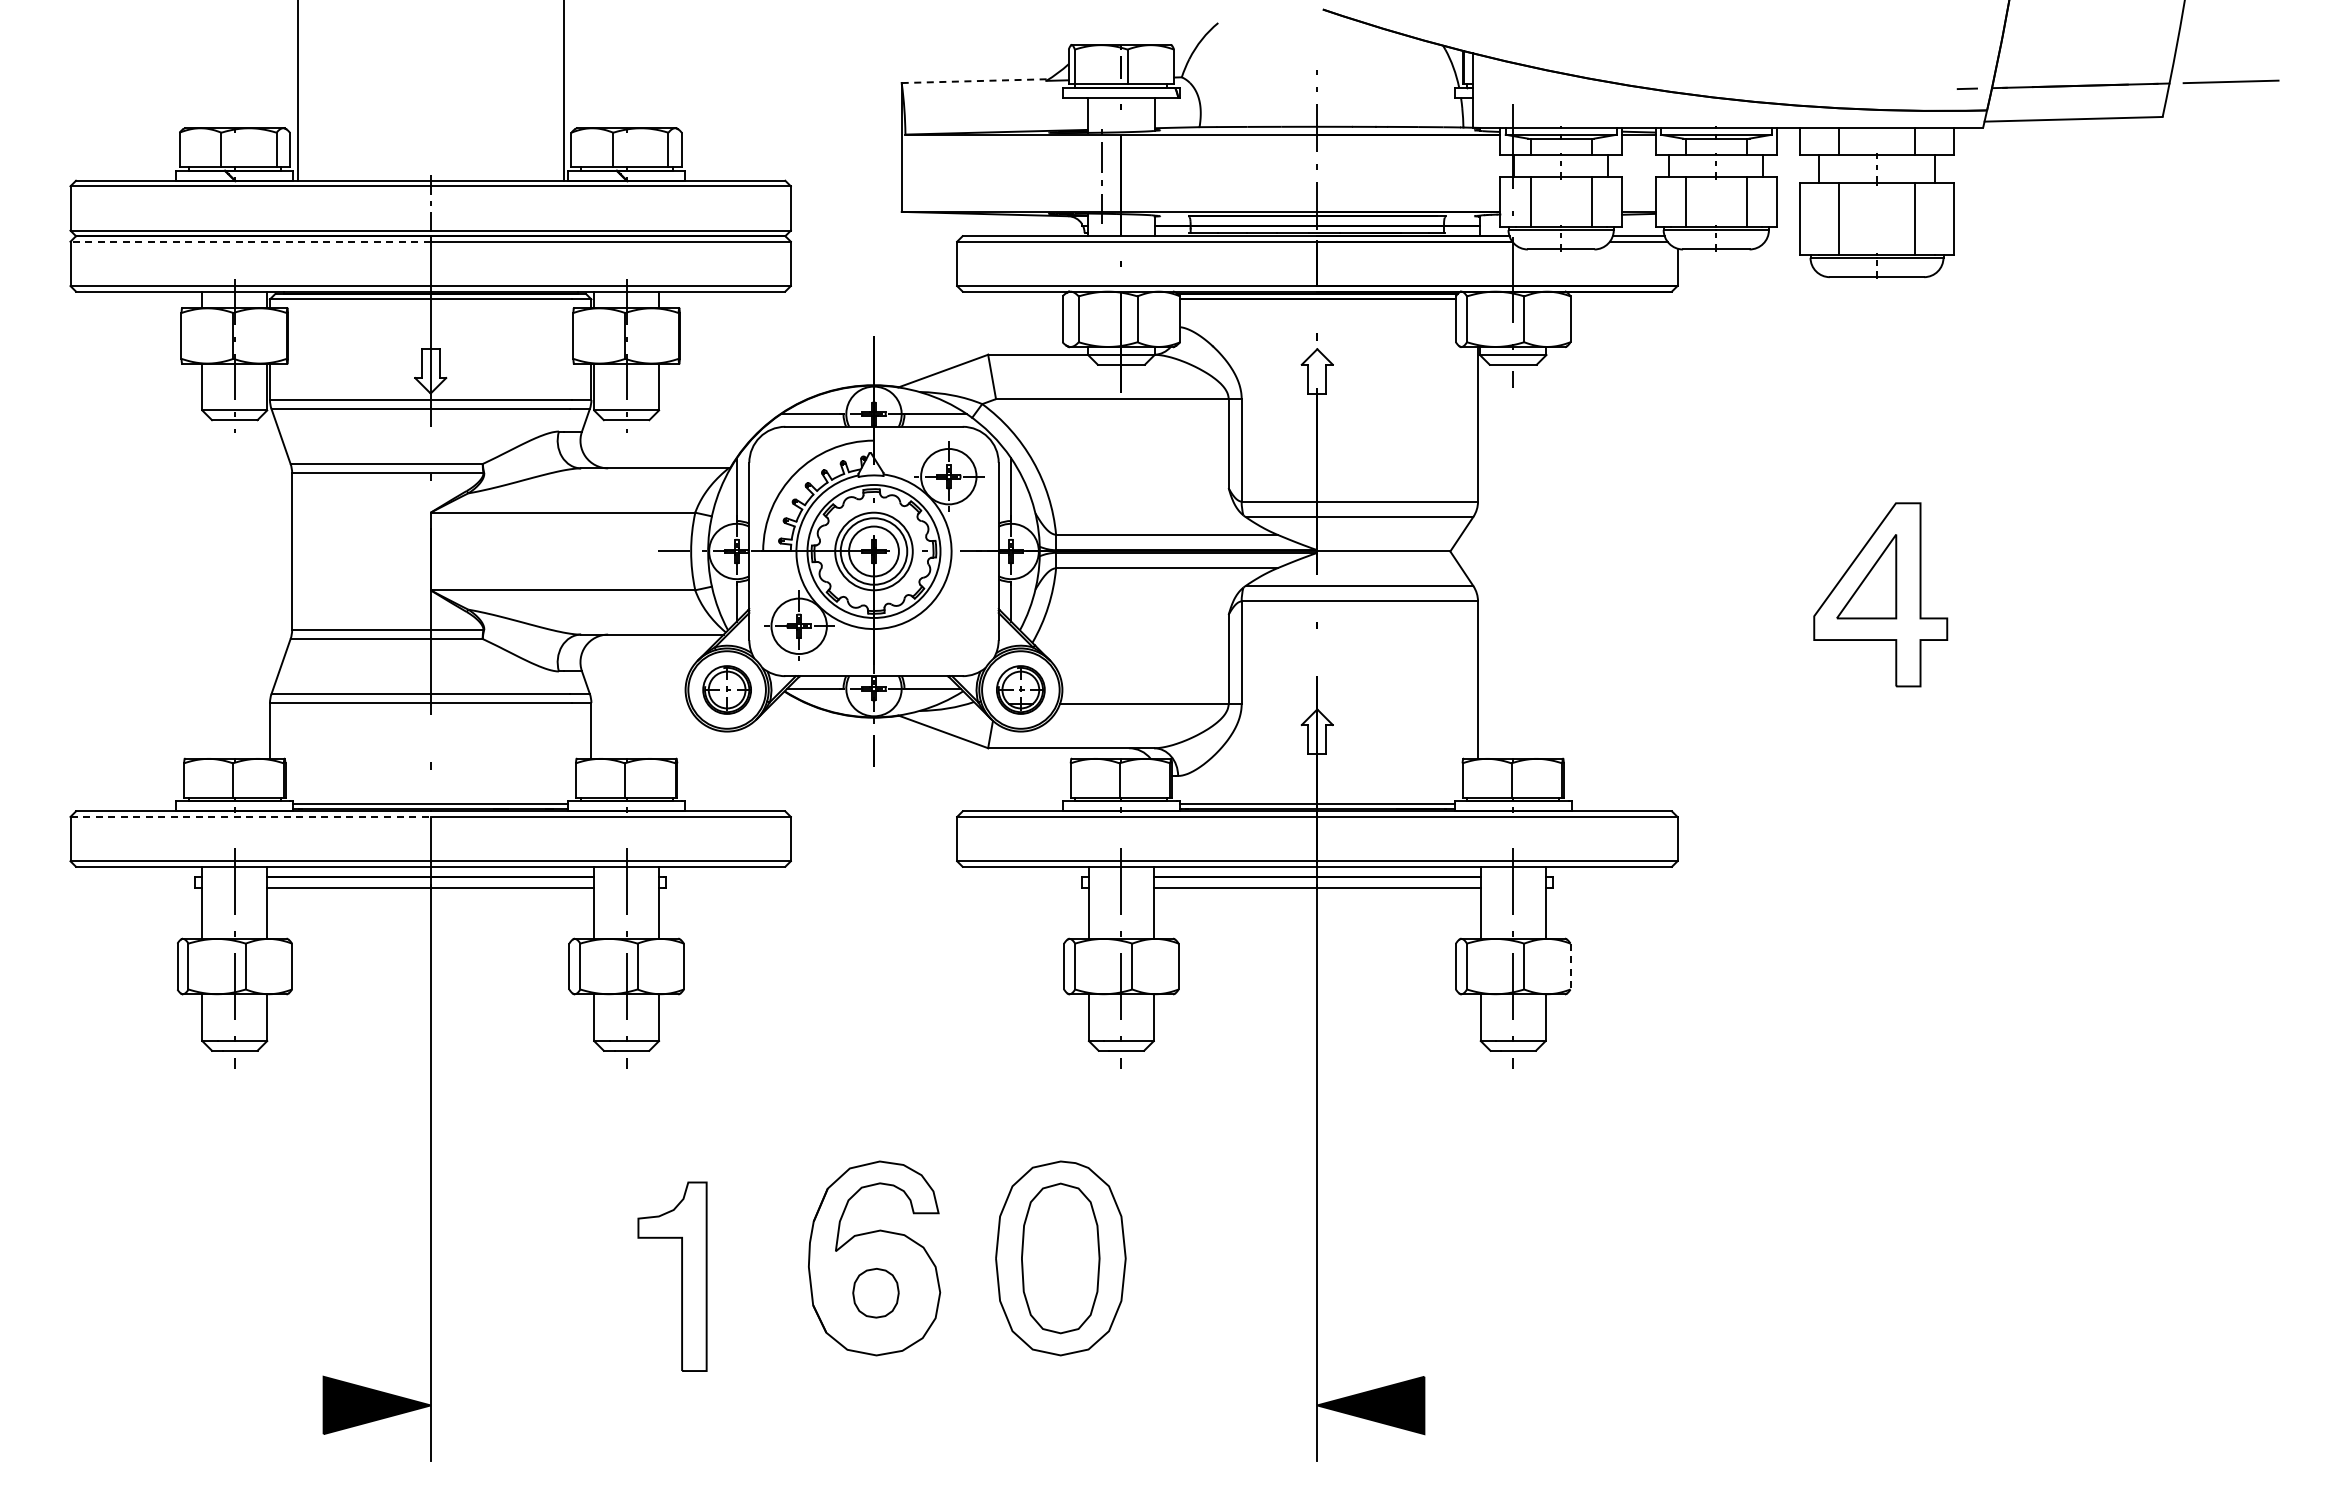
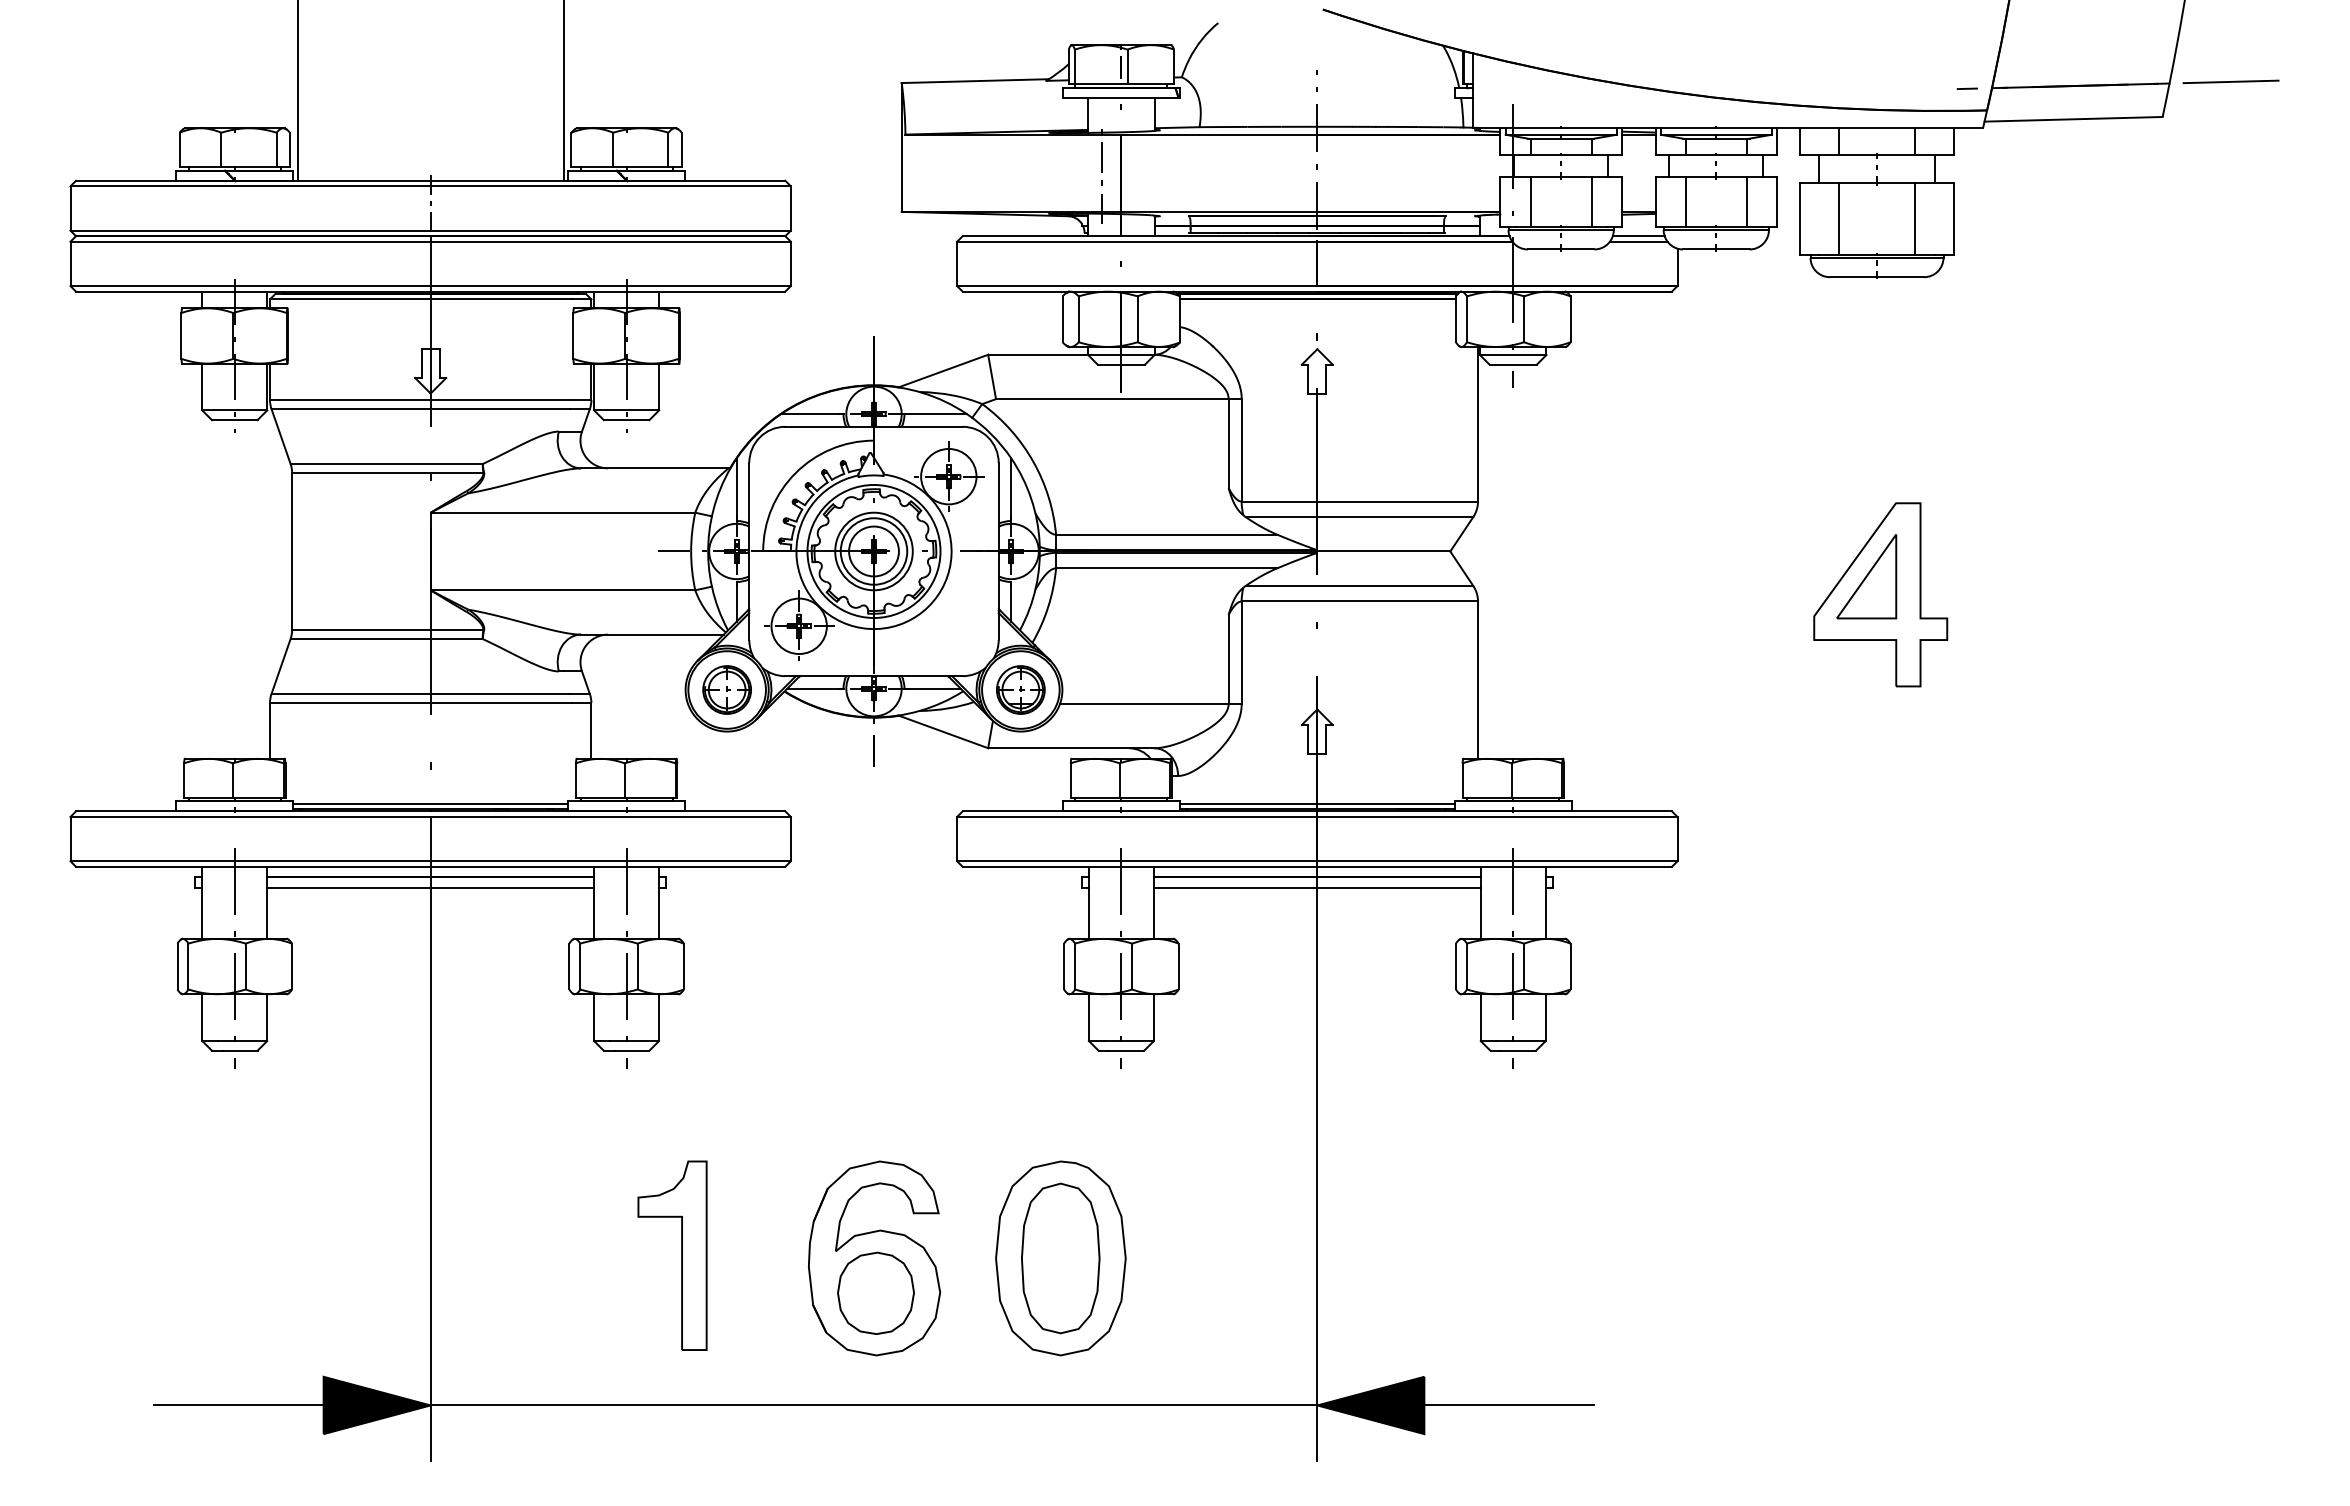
line at (975, 81): dashed -> solid
line at (250, 241): dashed -> solid
line at (251, 816): dashed -> solid
line at (1570, 966): dashed -> solid
part at (681, 1276) position: (681, 1276) -> (681, 1255)
part at (875, 1293) size: 48x51 px -> 78x84 px
line at (238, 1405): none -> present
line at (873, 1405): none -> present
line at (1509, 1405): none -> present
